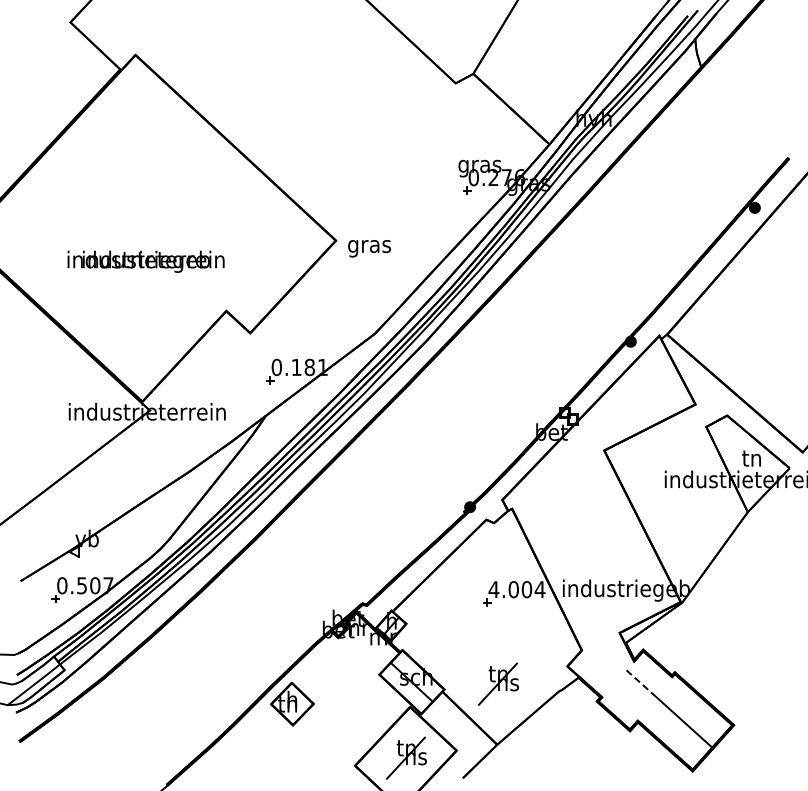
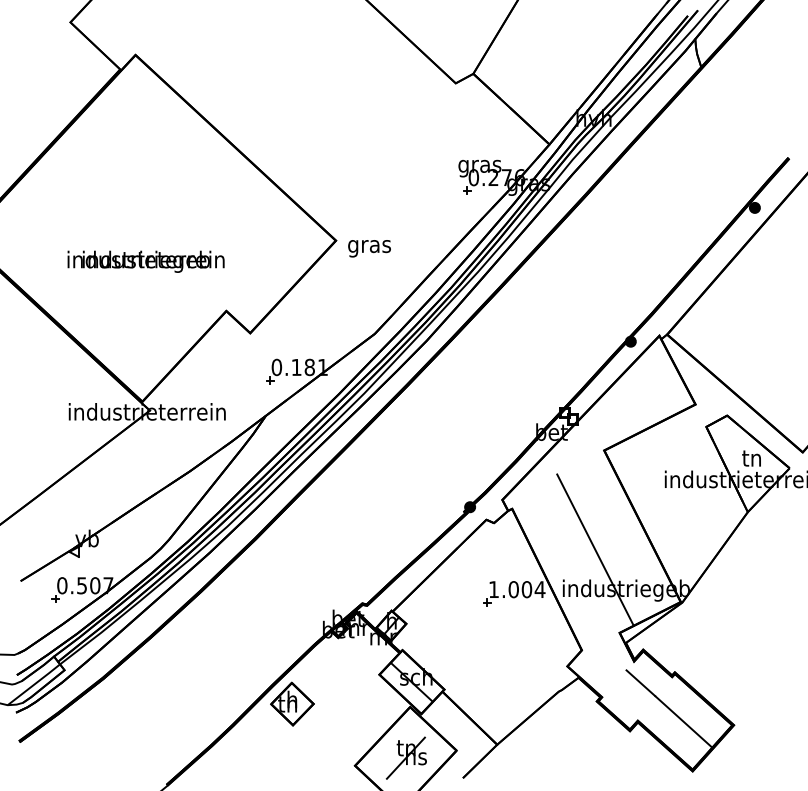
line at (595, 549): none -> present
text at (493, 589): 4.004 -> 1.004
part at (497, 683): present -> none
line at (641, 683): dashed -> solid
